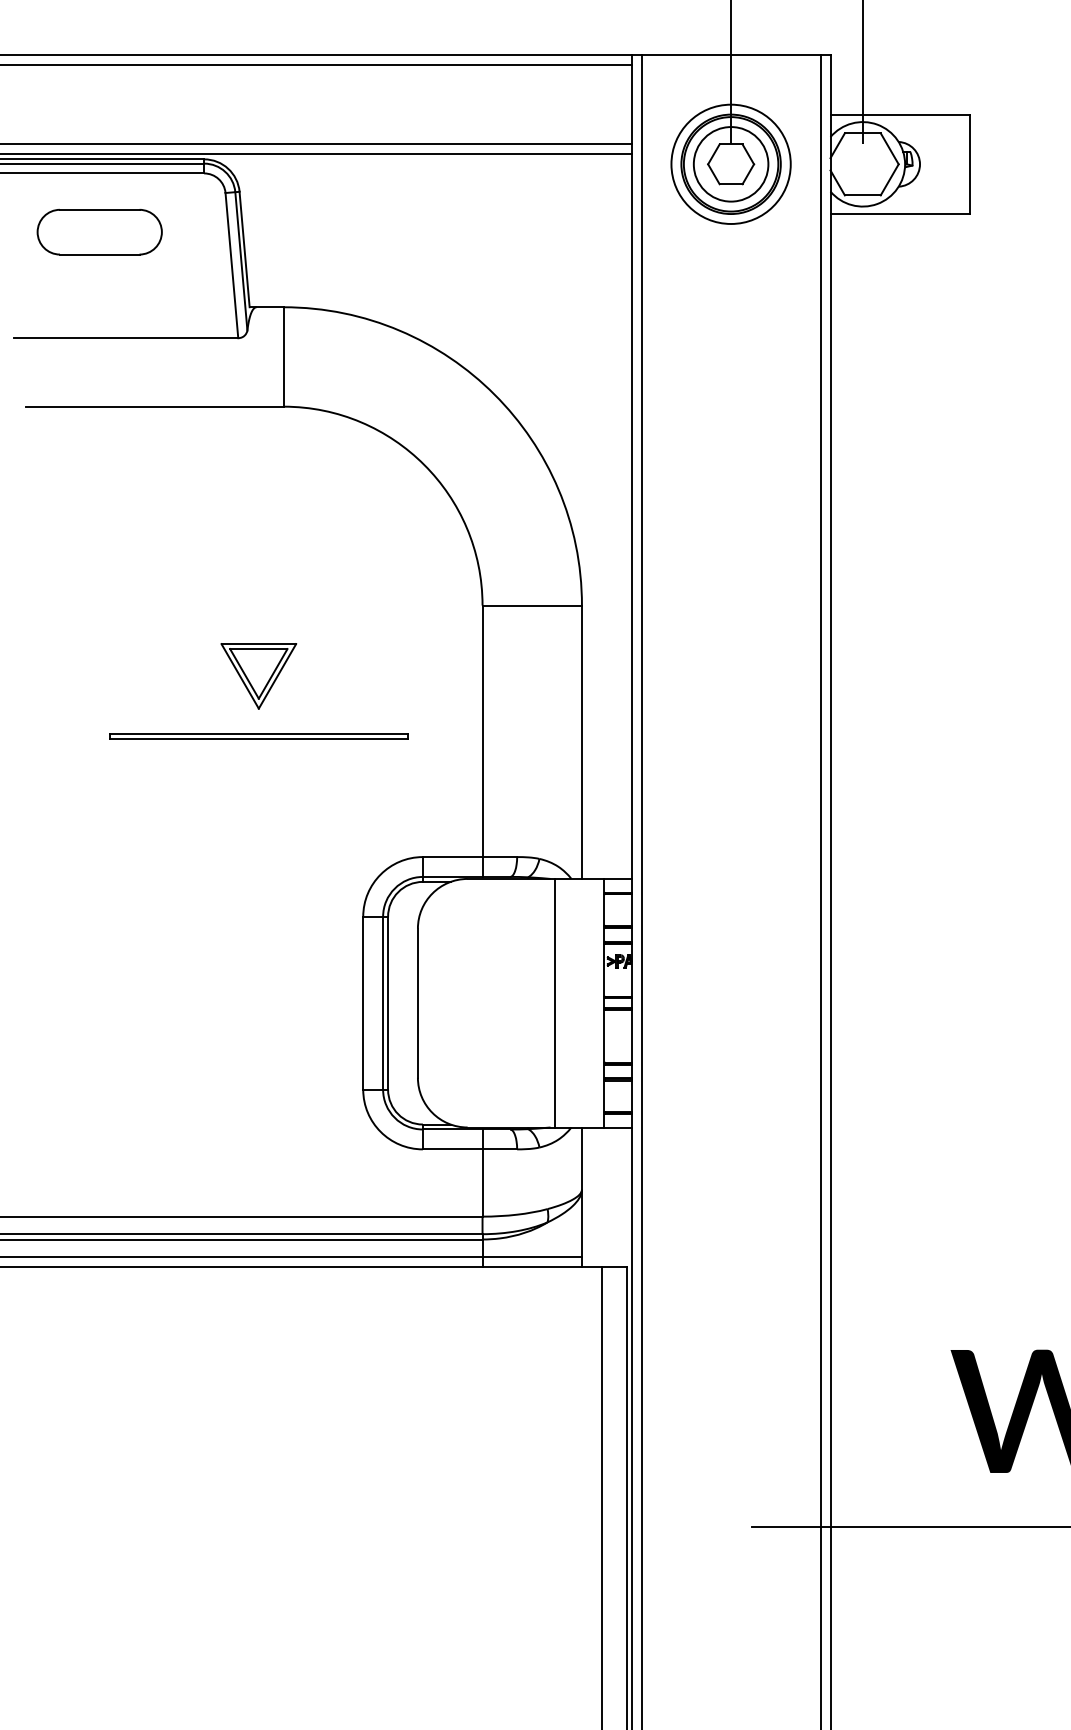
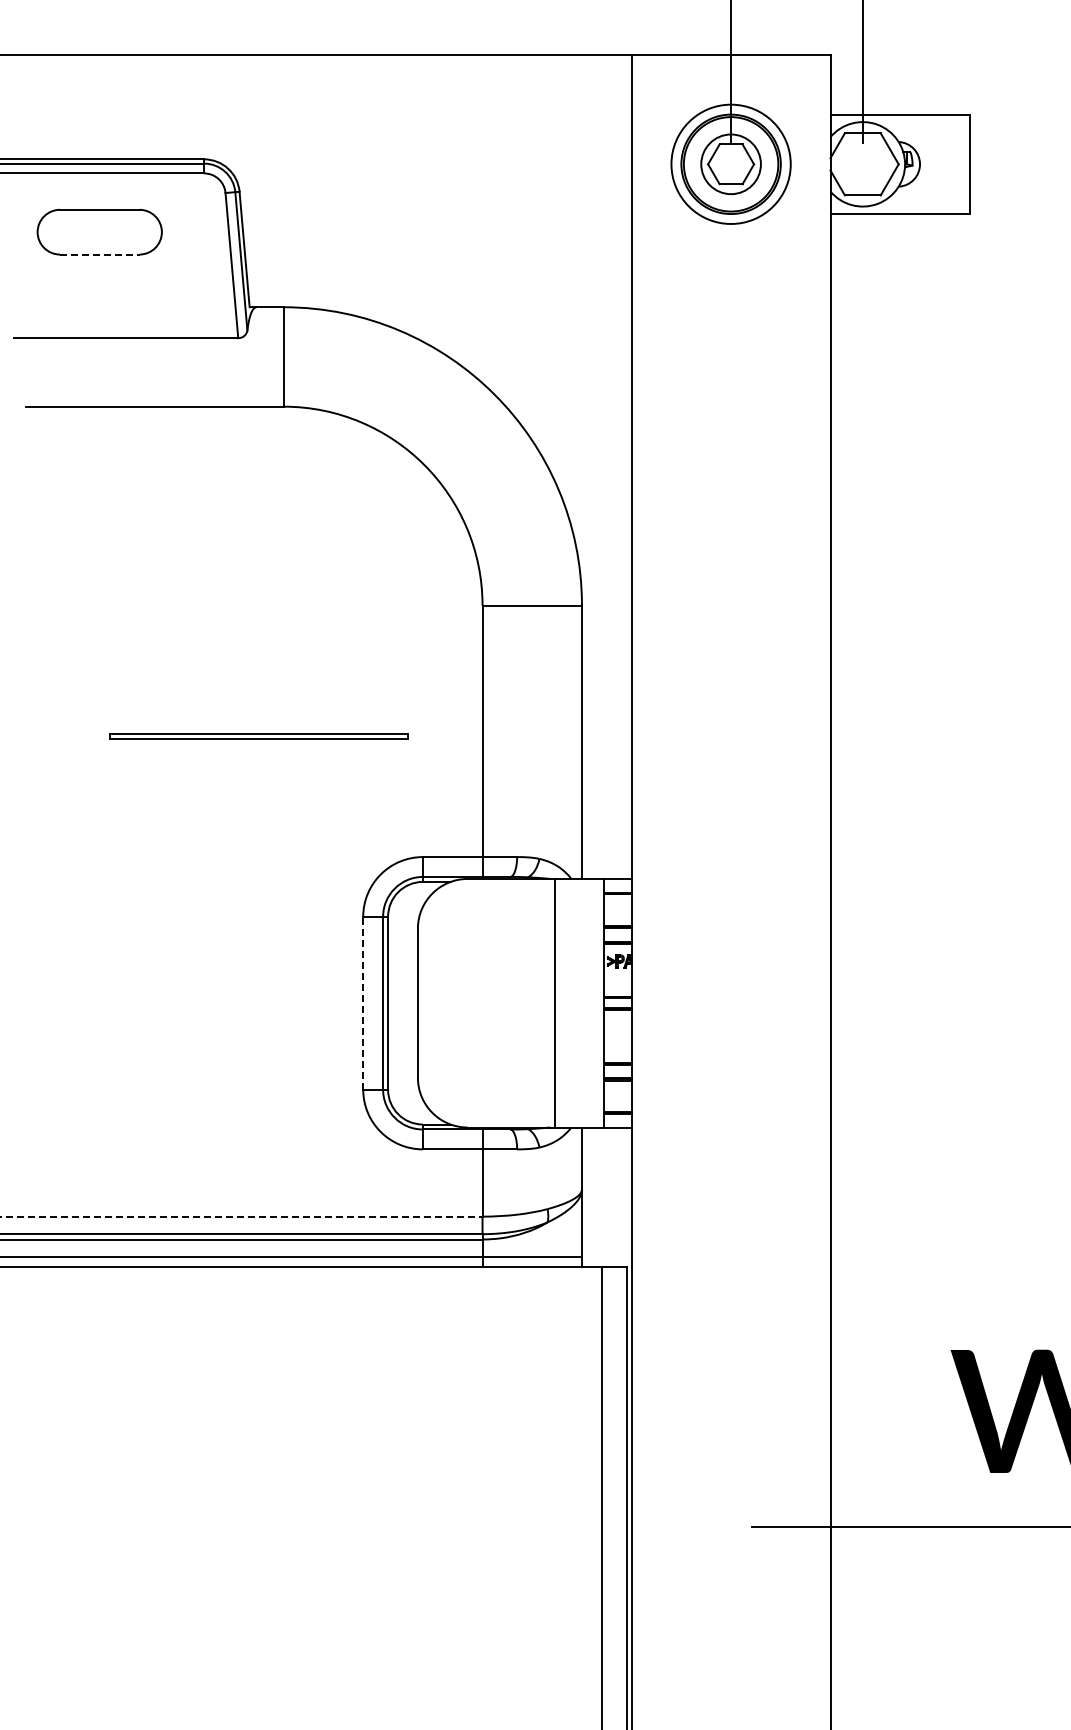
line at (316, 64): present -> none
line at (316, 144): present -> none
line at (316, 154): present -> none
circle at (730, 164) diameter: 75 px -> 60 px
line at (99, 254): solid -> dashed
part at (258, 676): present -> none
line at (641, 890): present -> none
line at (820, 890): present -> none
line at (363, 1002): solid -> dashed
line at (241, 1216): solid -> dashed
